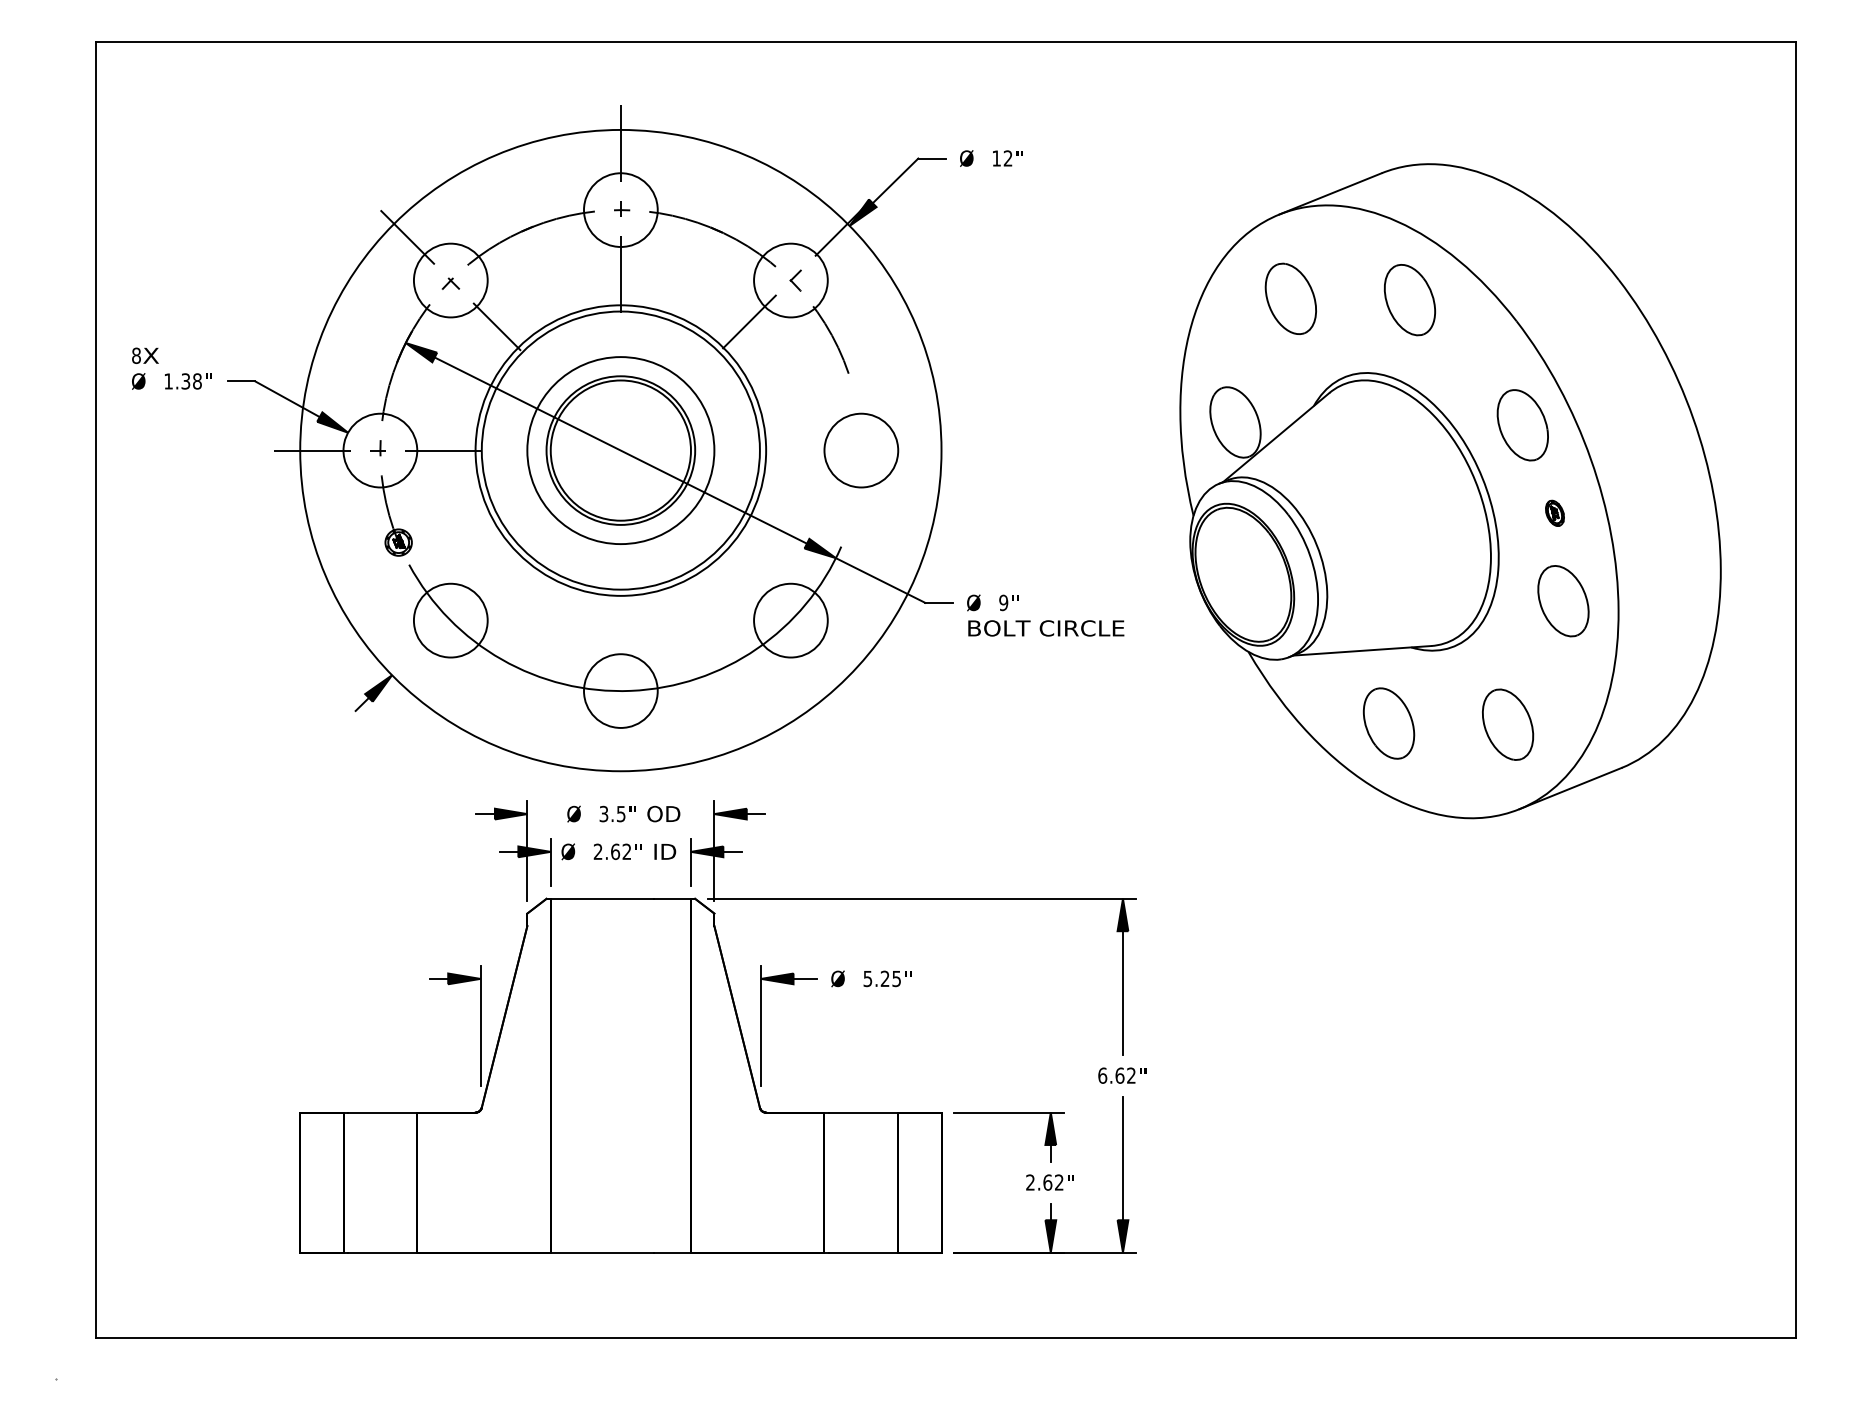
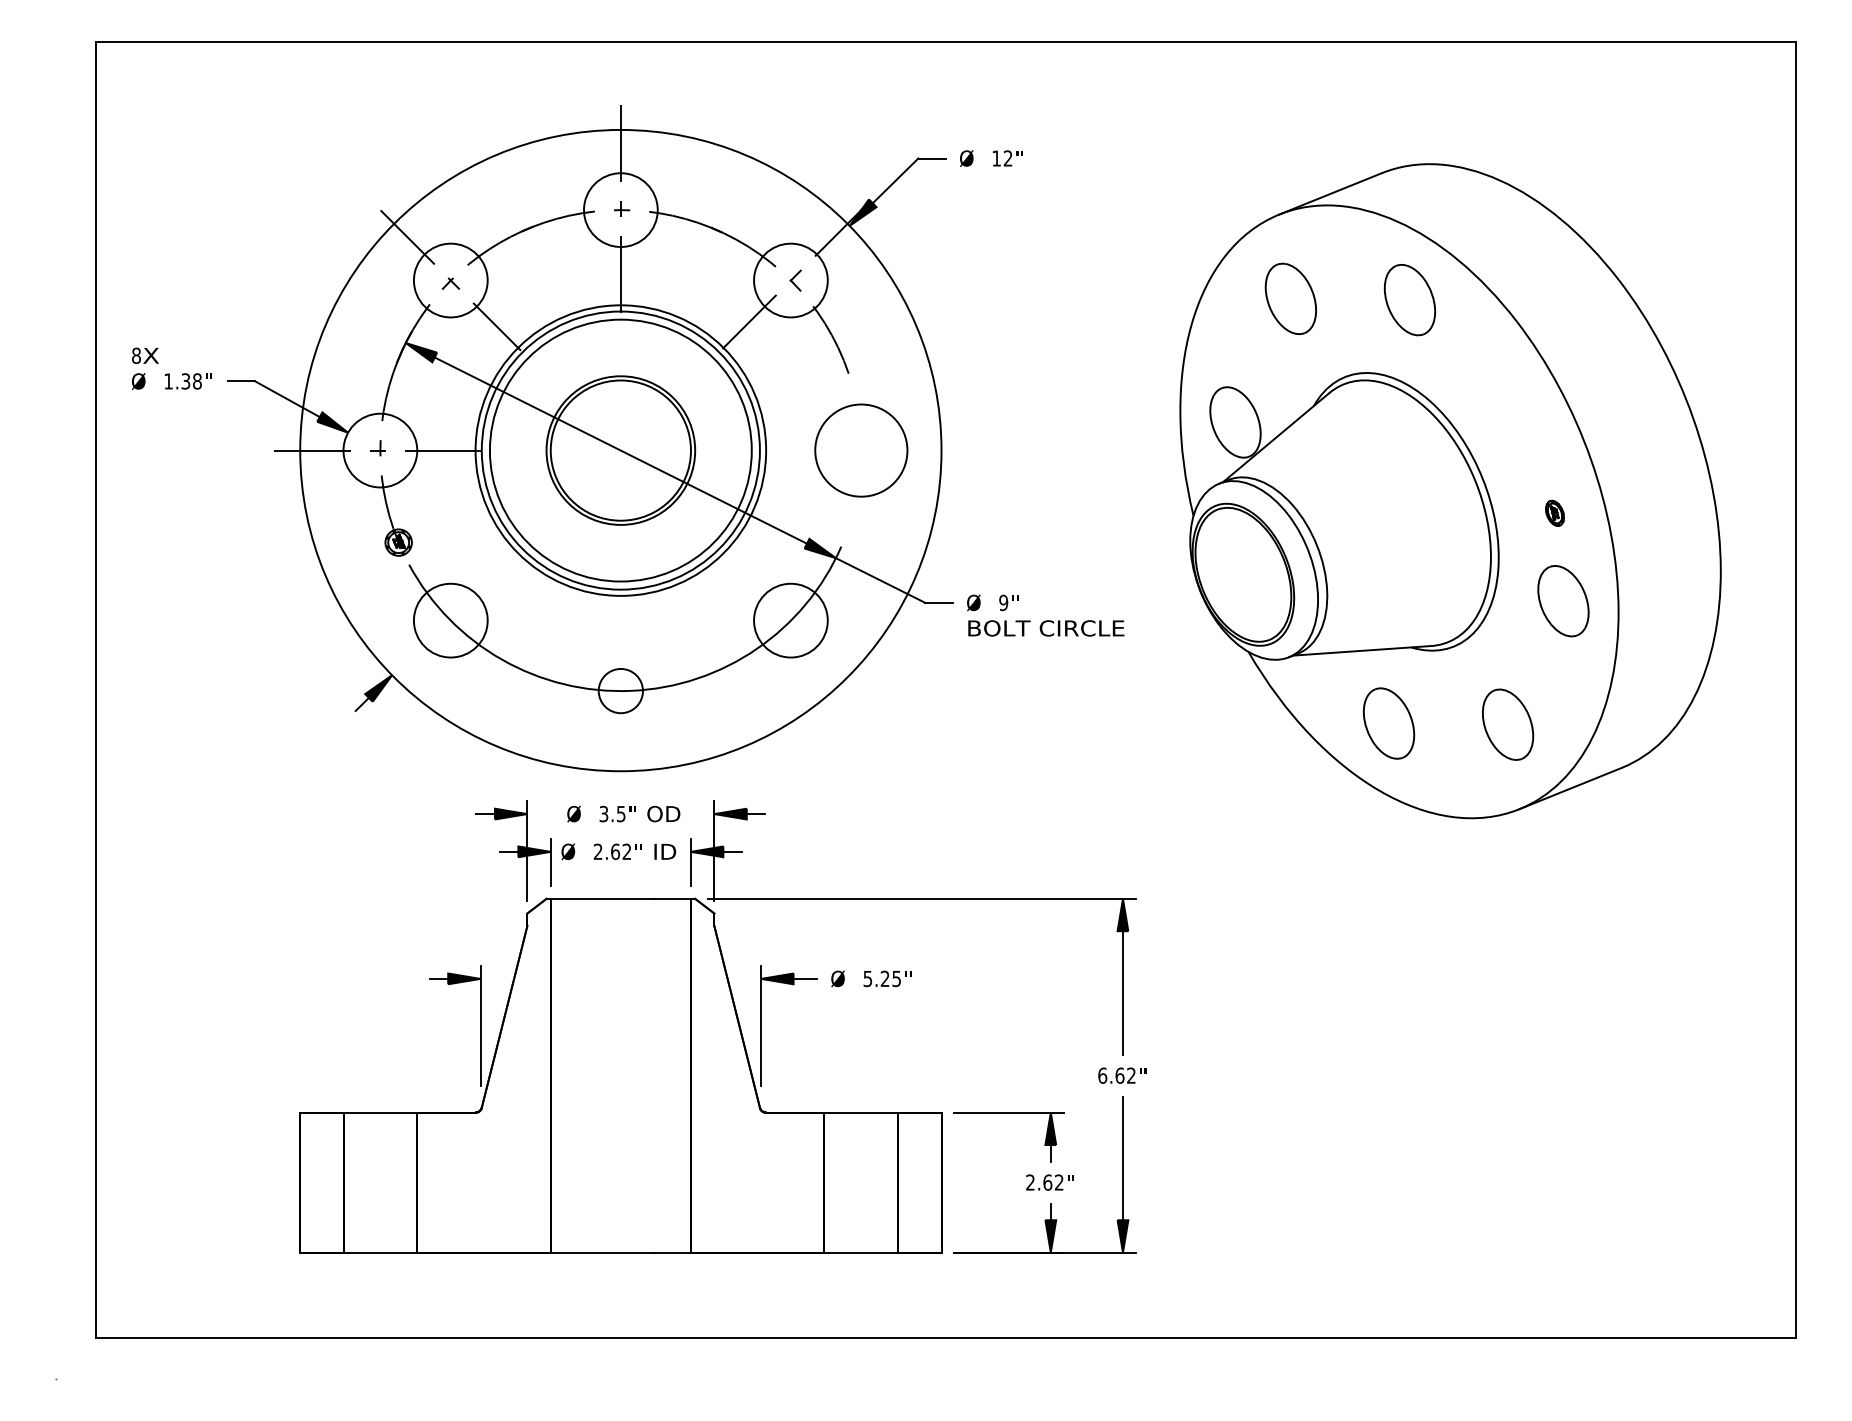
part at (1522, 425): present -> none
circle at (620, 450) diameter: 187 px -> 262 px
circle at (861, 450) diameter: 74 px -> 92 px
circle at (620, 690) diameter: 74 px -> 44 px
